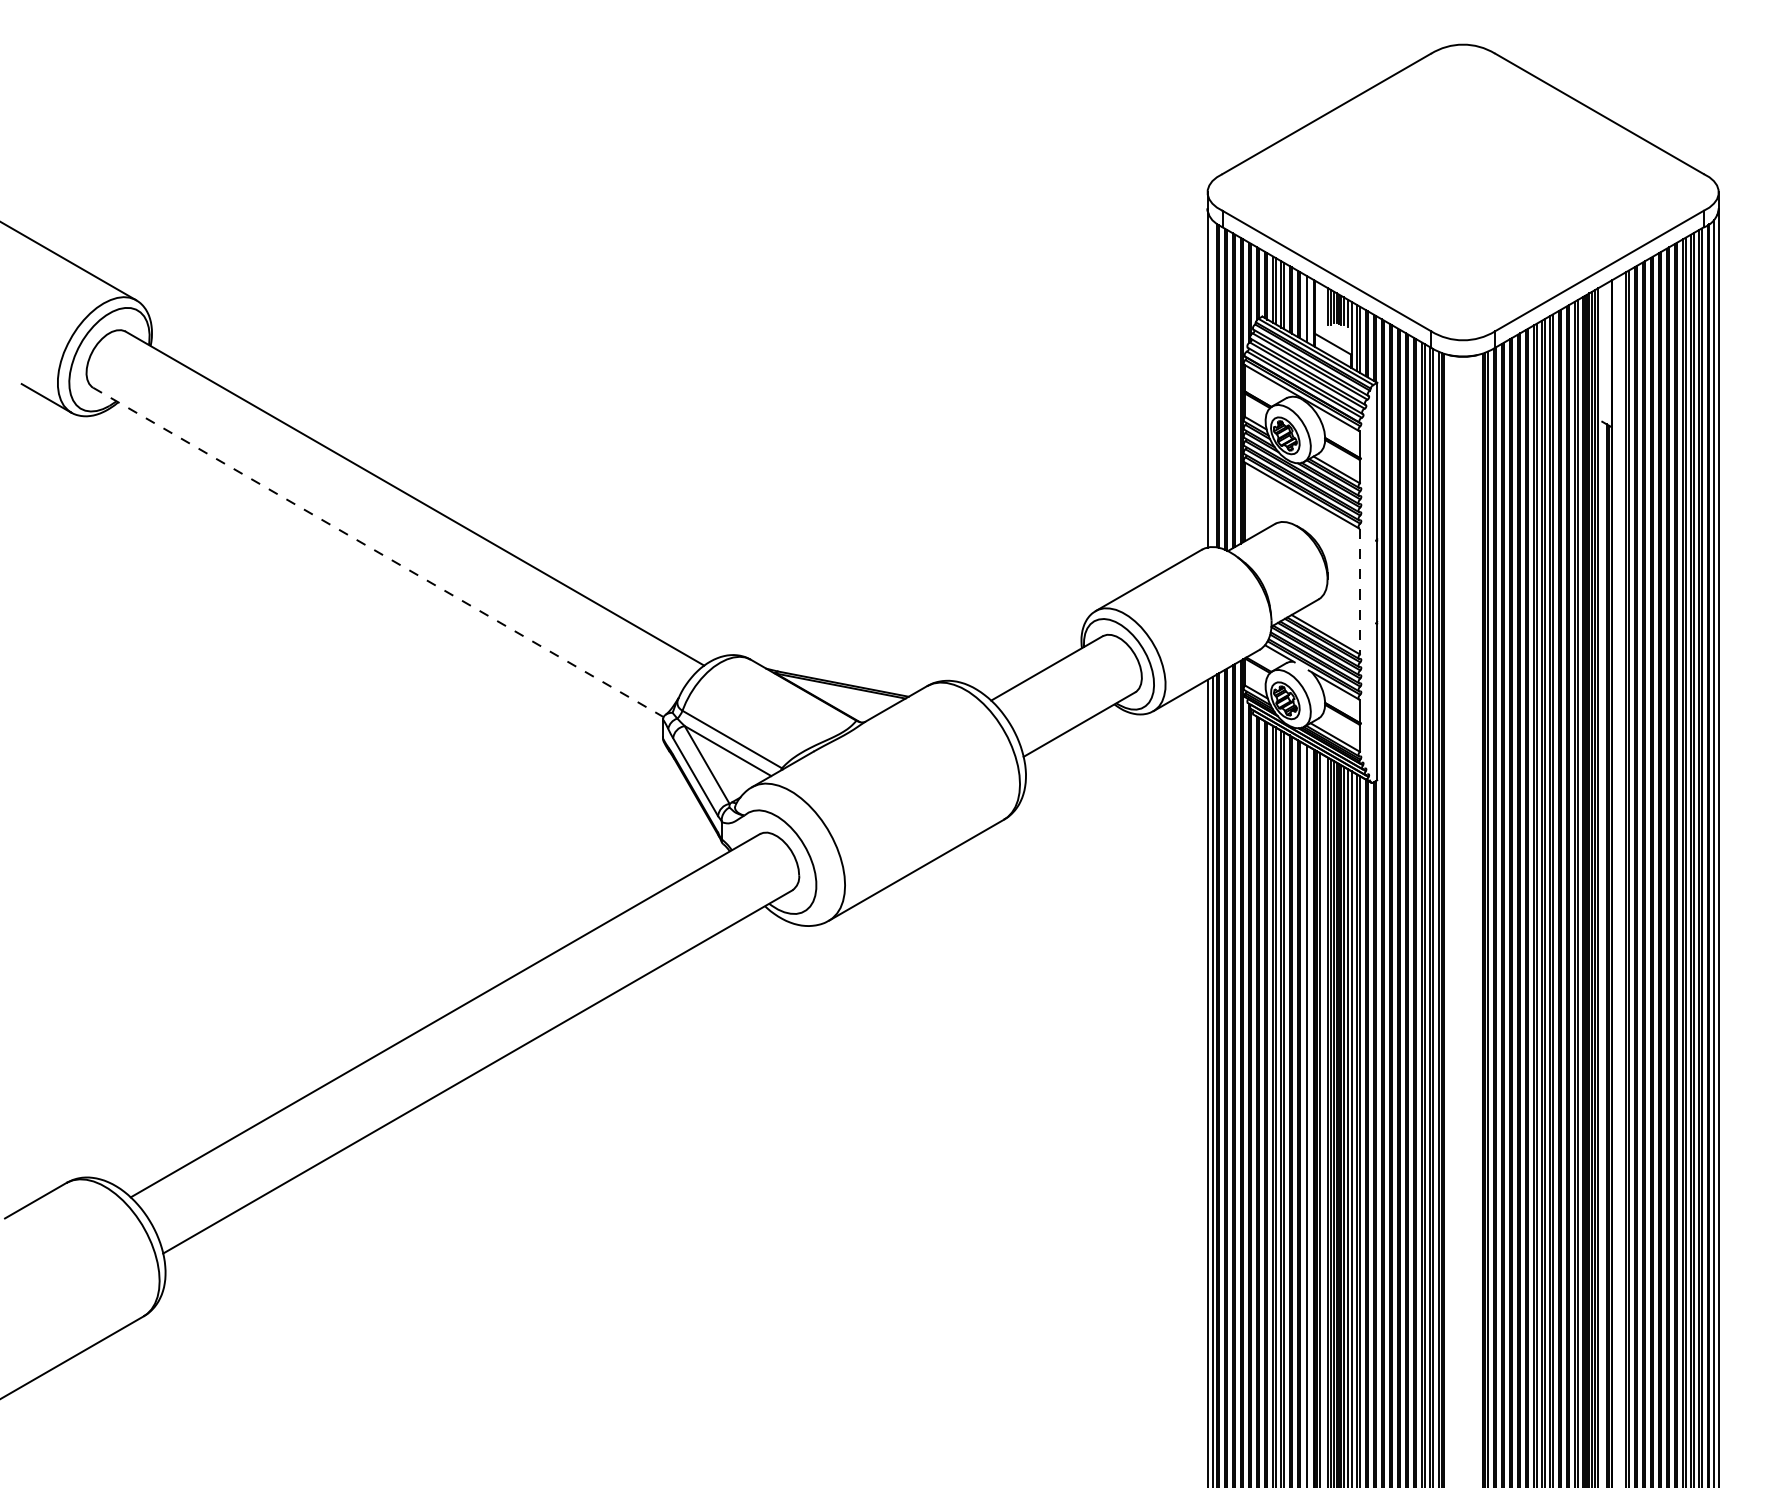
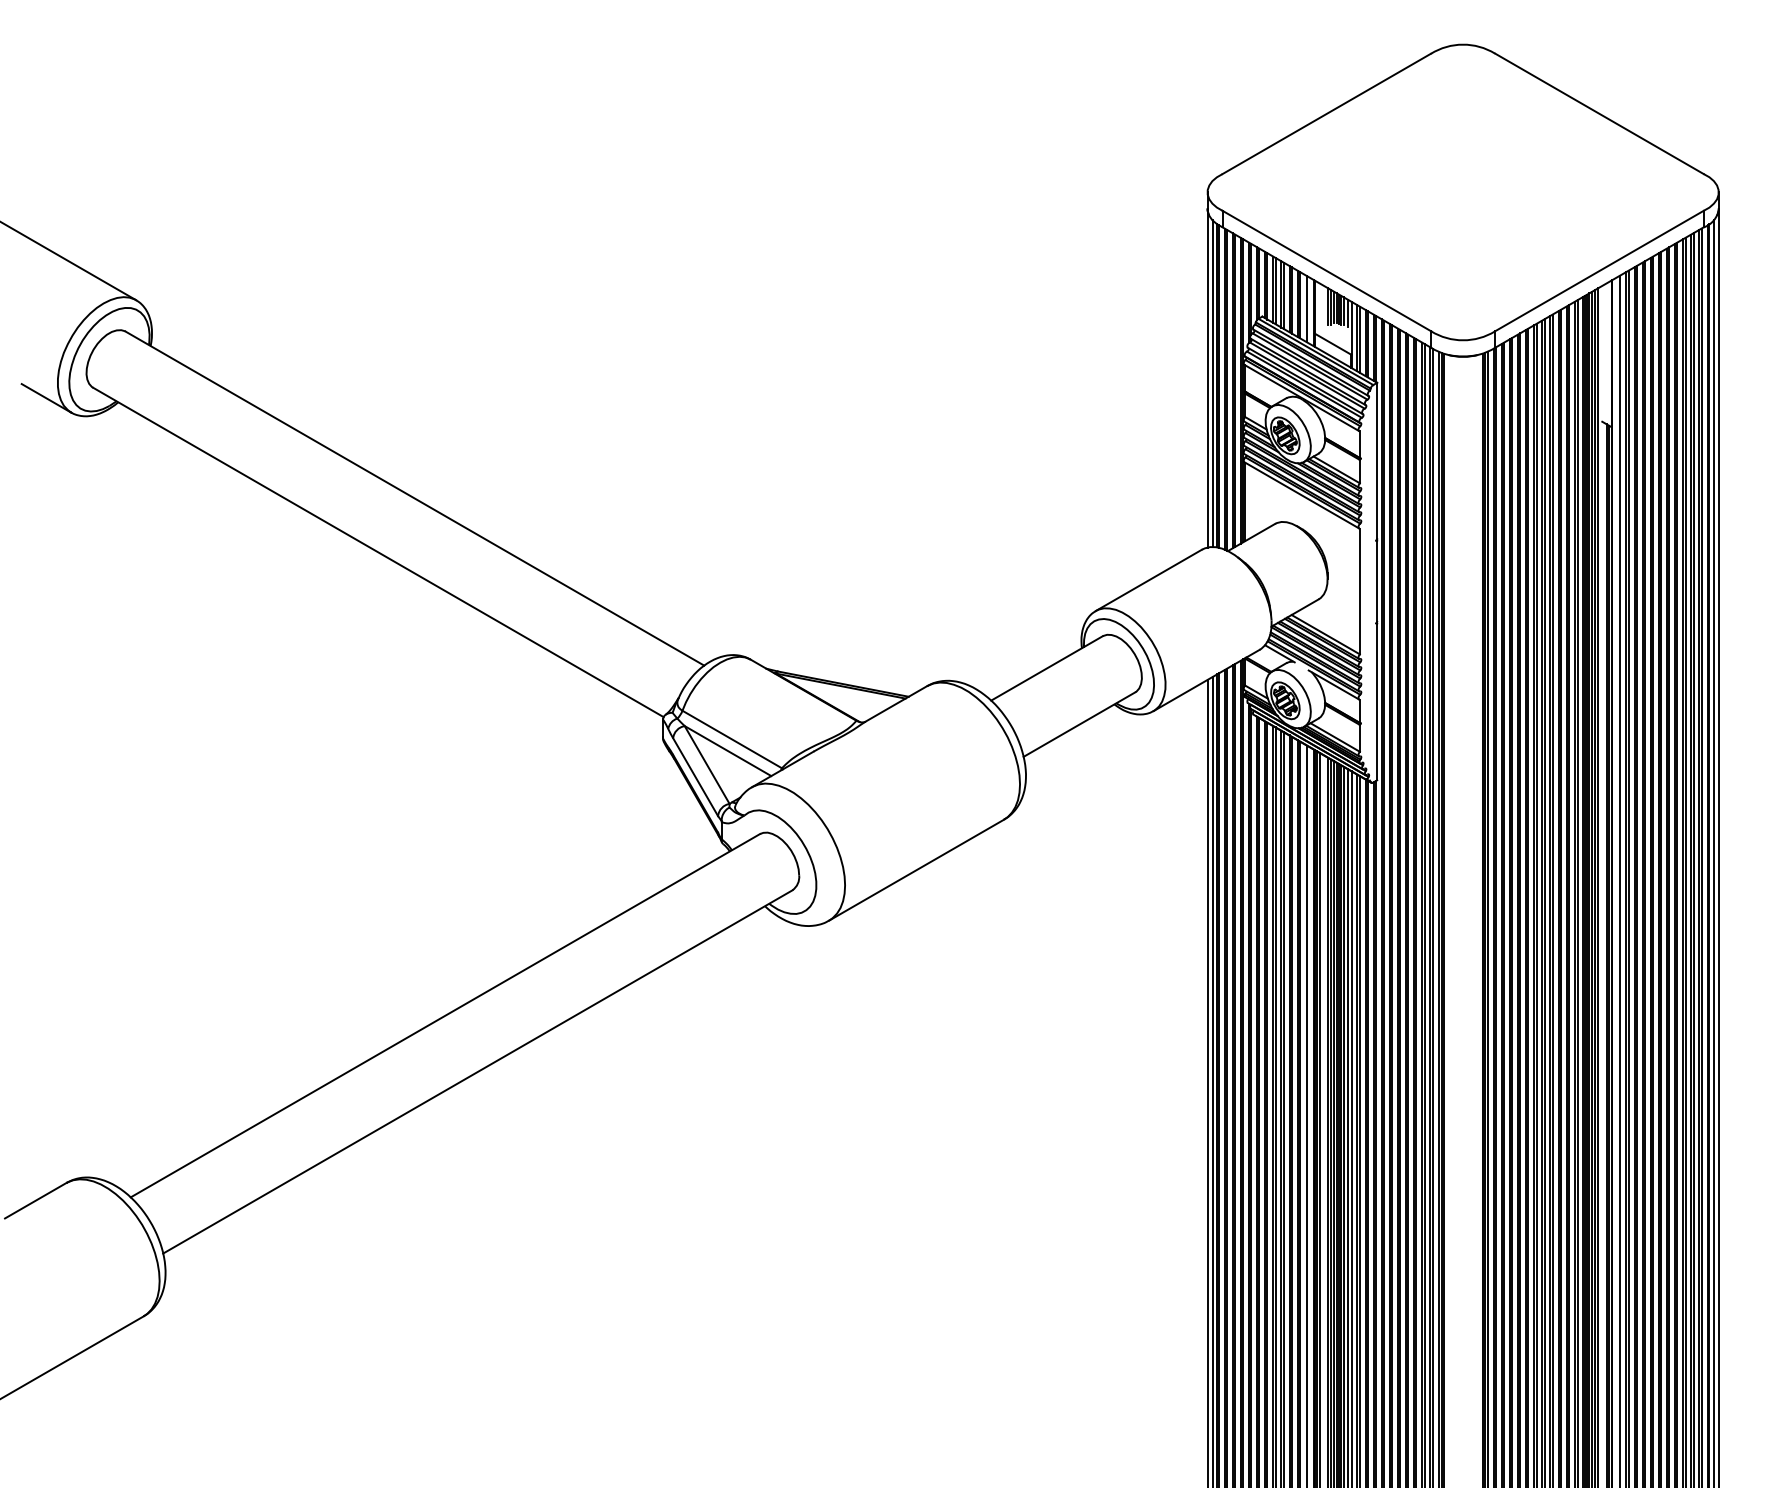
line at (1212, 383): none -> present
line at (378, 552): dashed -> solid
line at (1359, 591): dashed -> solid
line at (1619, 880): none -> present
